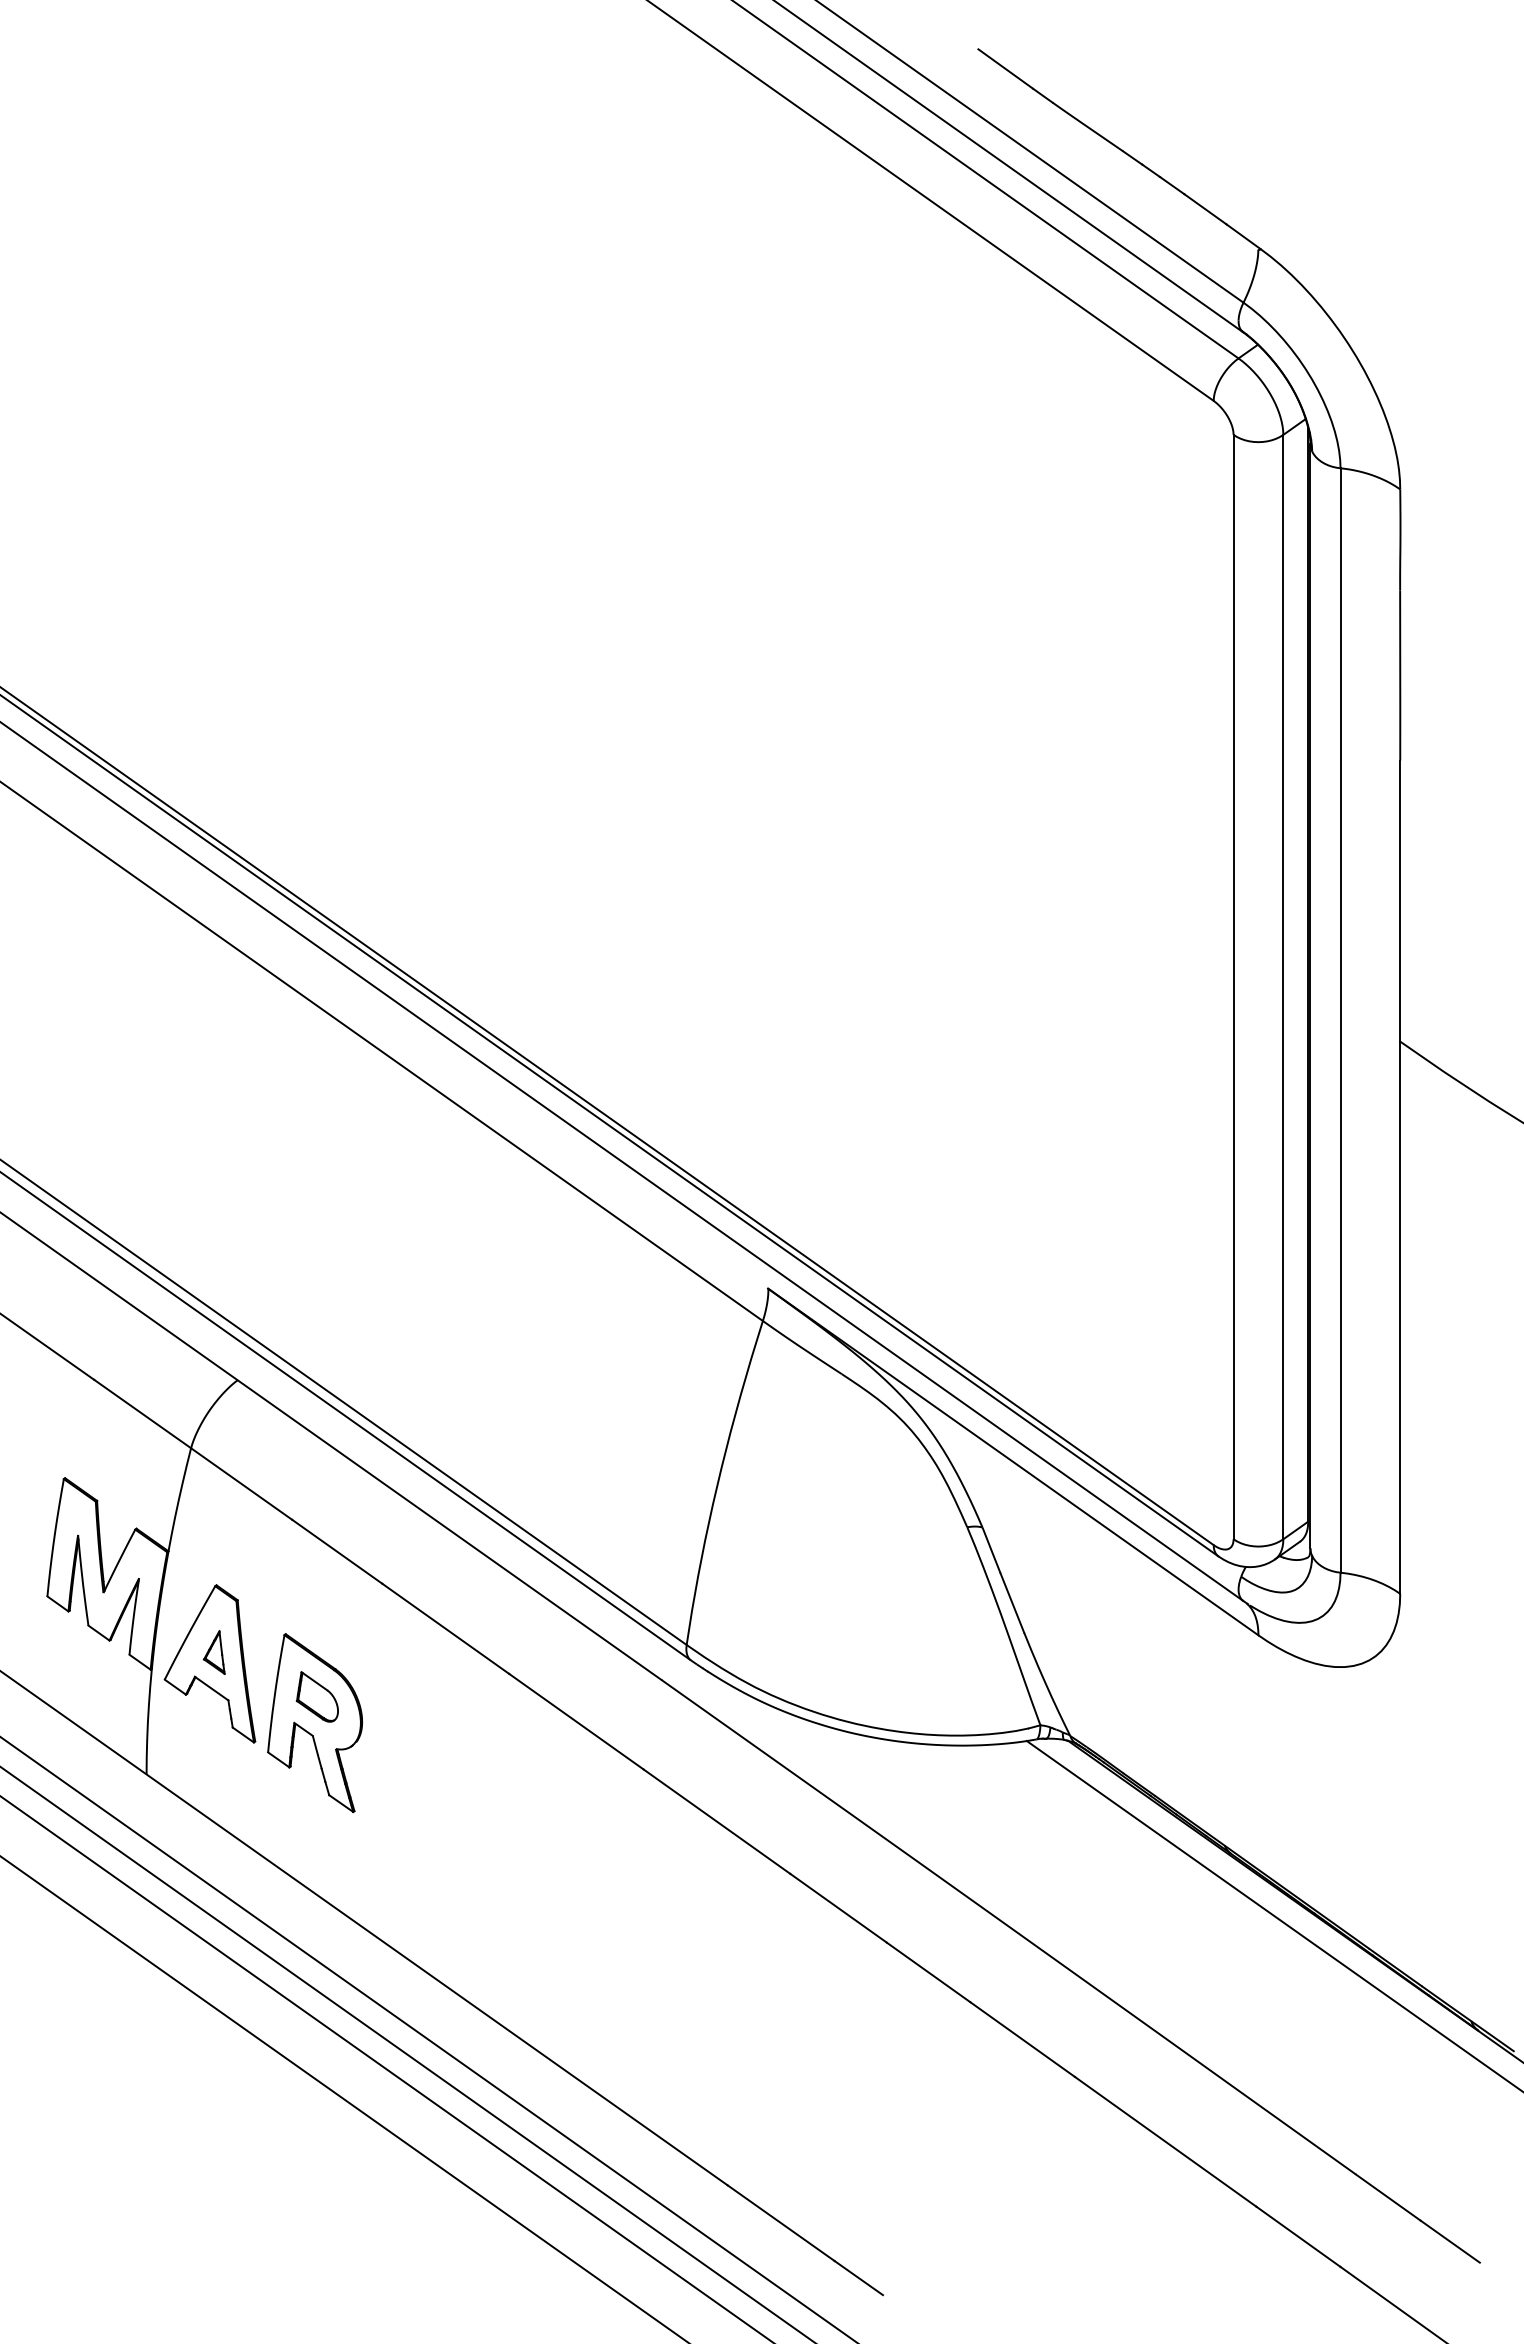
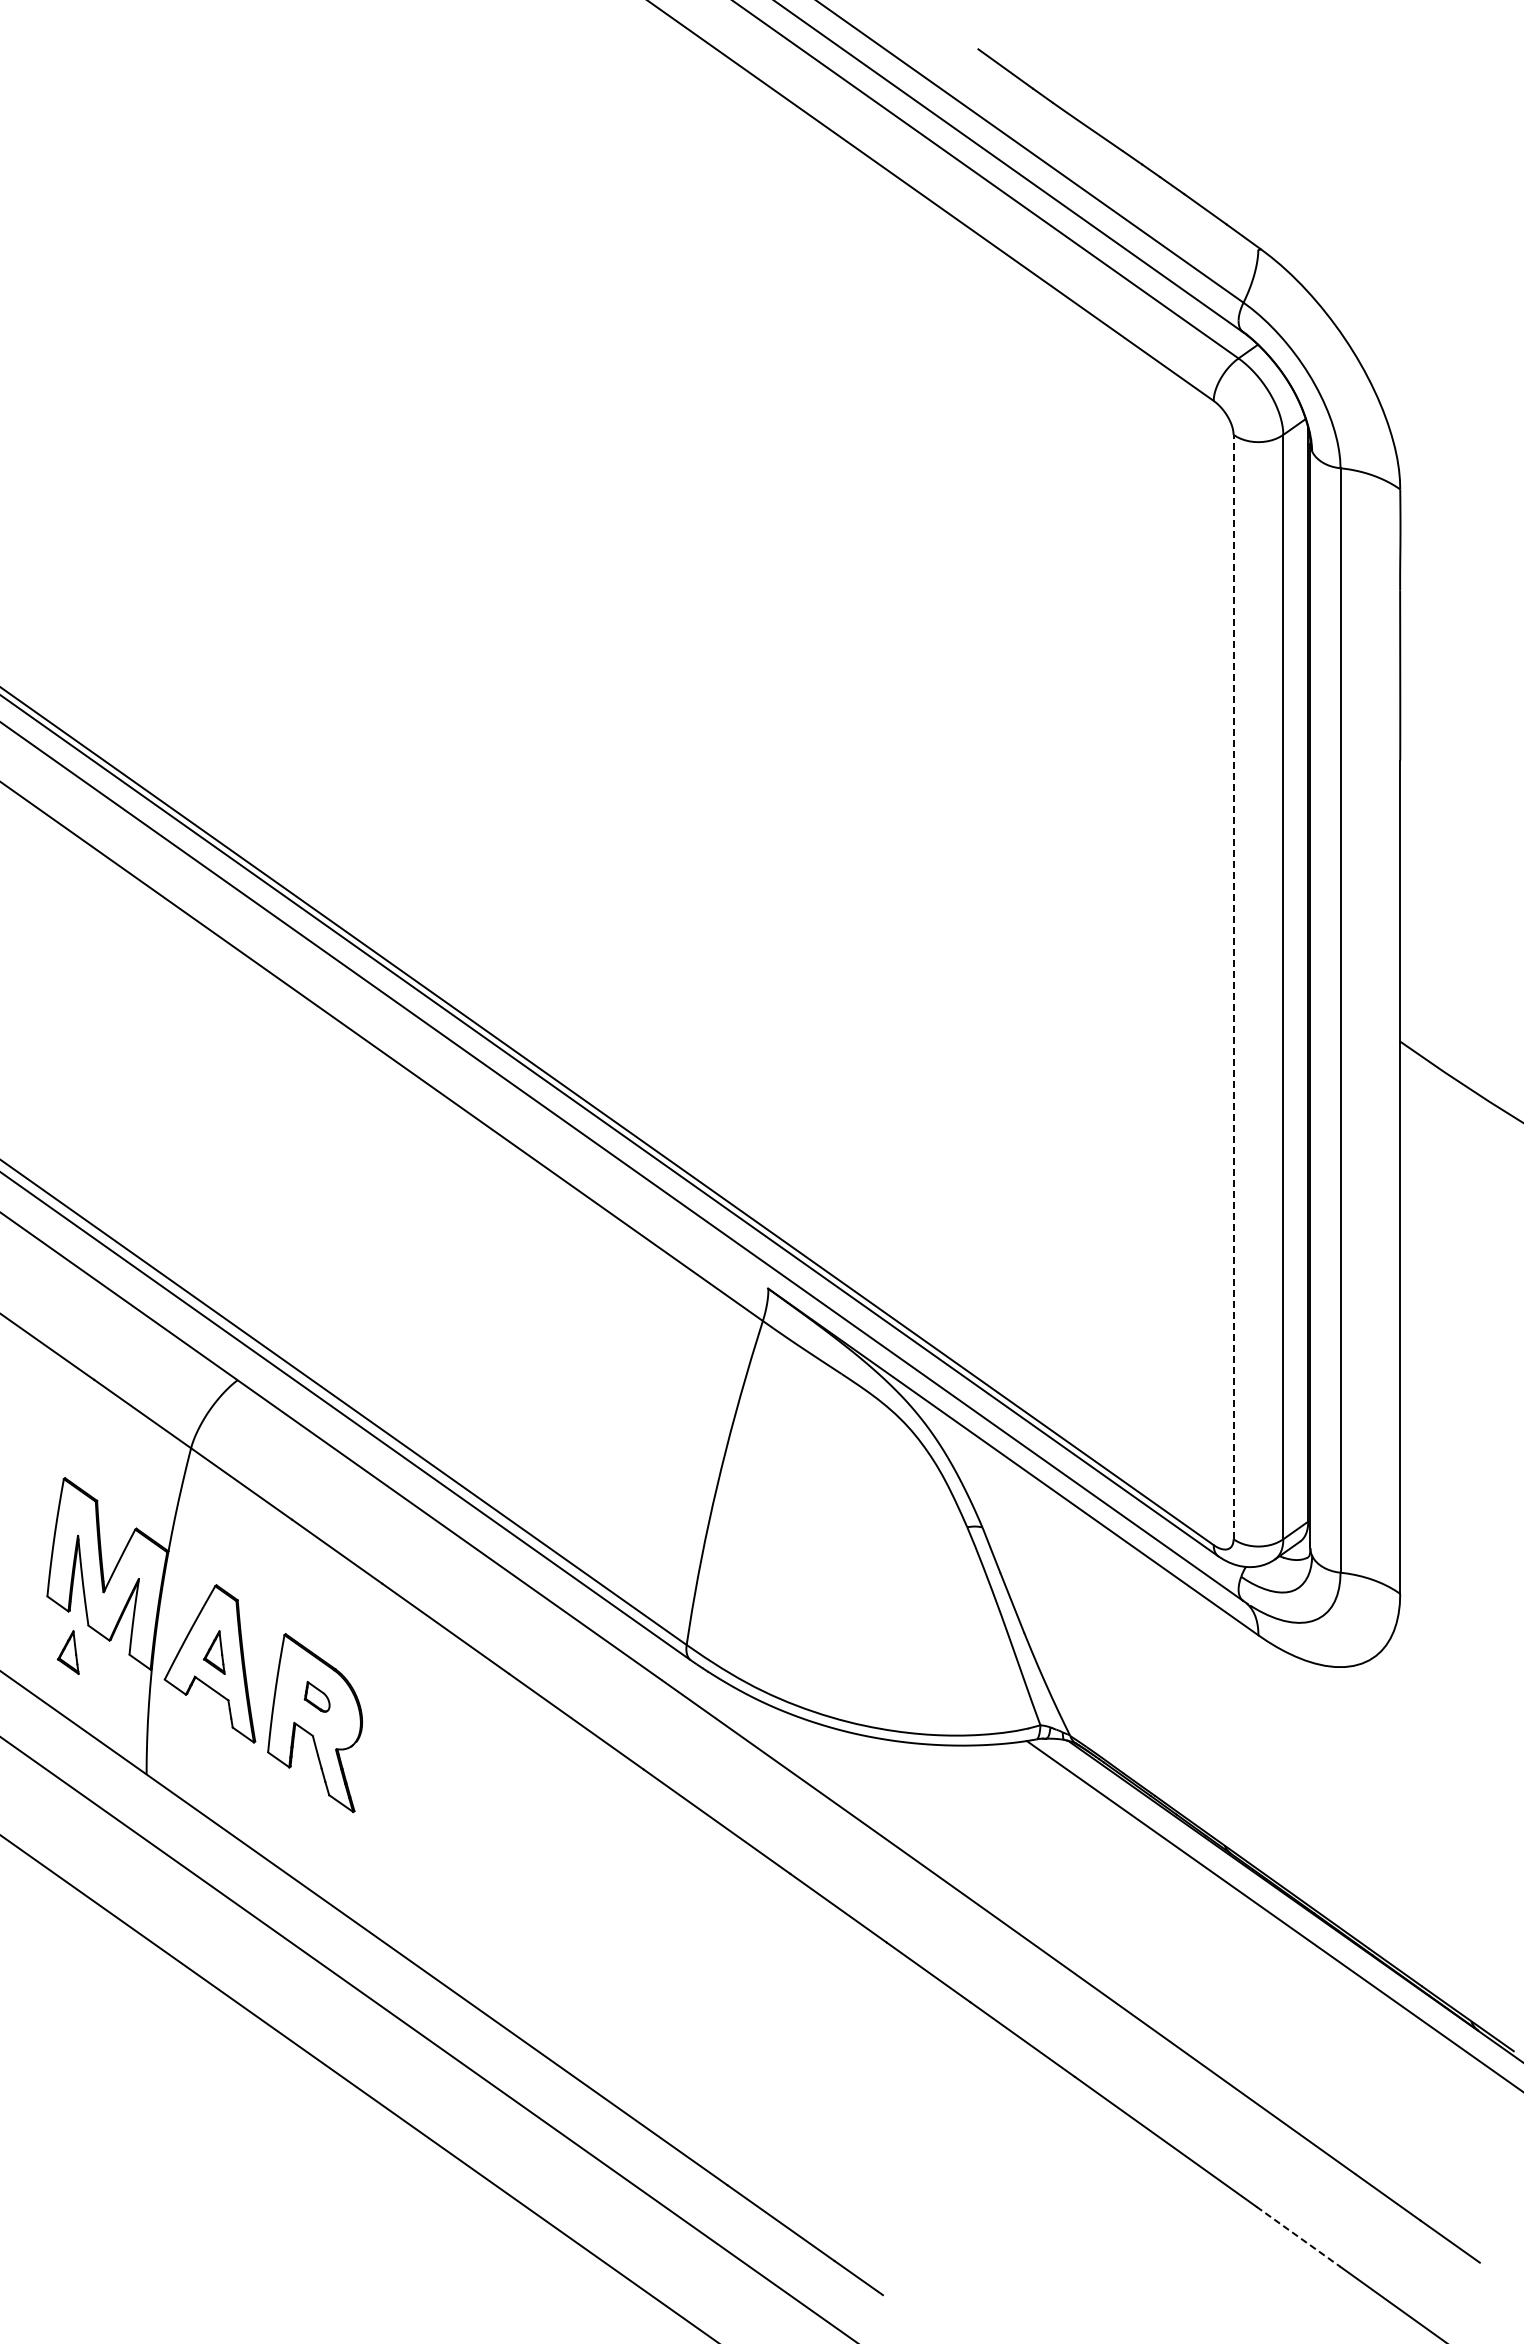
line at (1233, 986): solid -> dashed
part at (67, 1652): none -> present
part at (316, 1696) size: 44x52 px -> 28x32 px
line at (406, 2054): present -> none
line at (386, 2068): present -> none
line at (343, 2098) position: (343, 2098) -> (358, 2088)
line at (1298, 2236): solid -> dashed
